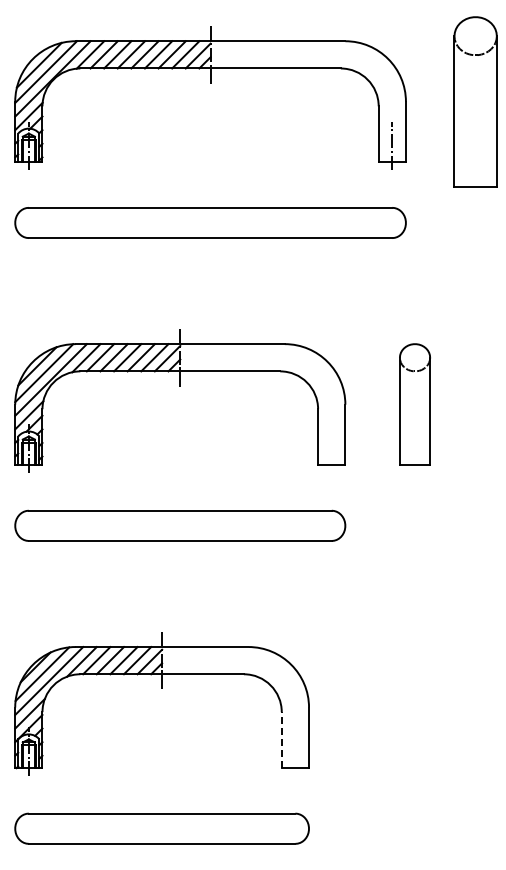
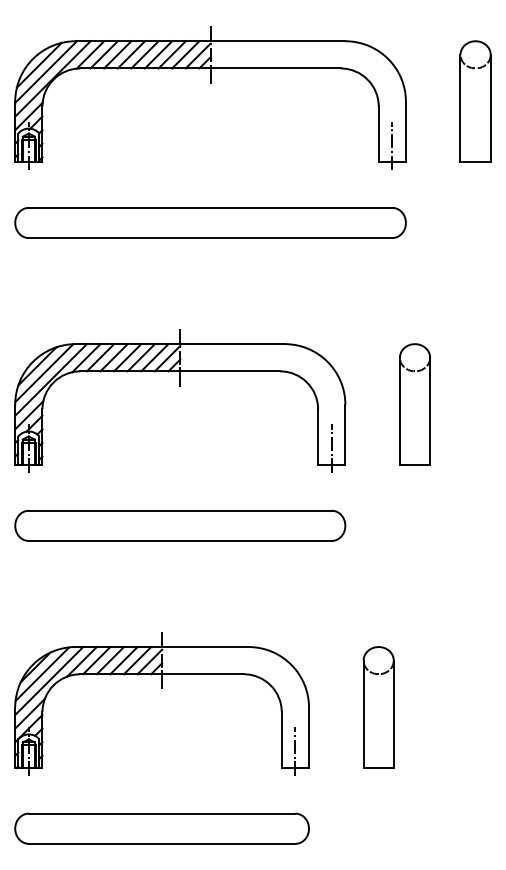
part at (475, 101) size: 45x172 px -> 33x123 px
line at (331, 448): none -> present
part at (378, 707): none -> present
line at (281, 739): dashed -> solid
line at (295, 751): none -> present
